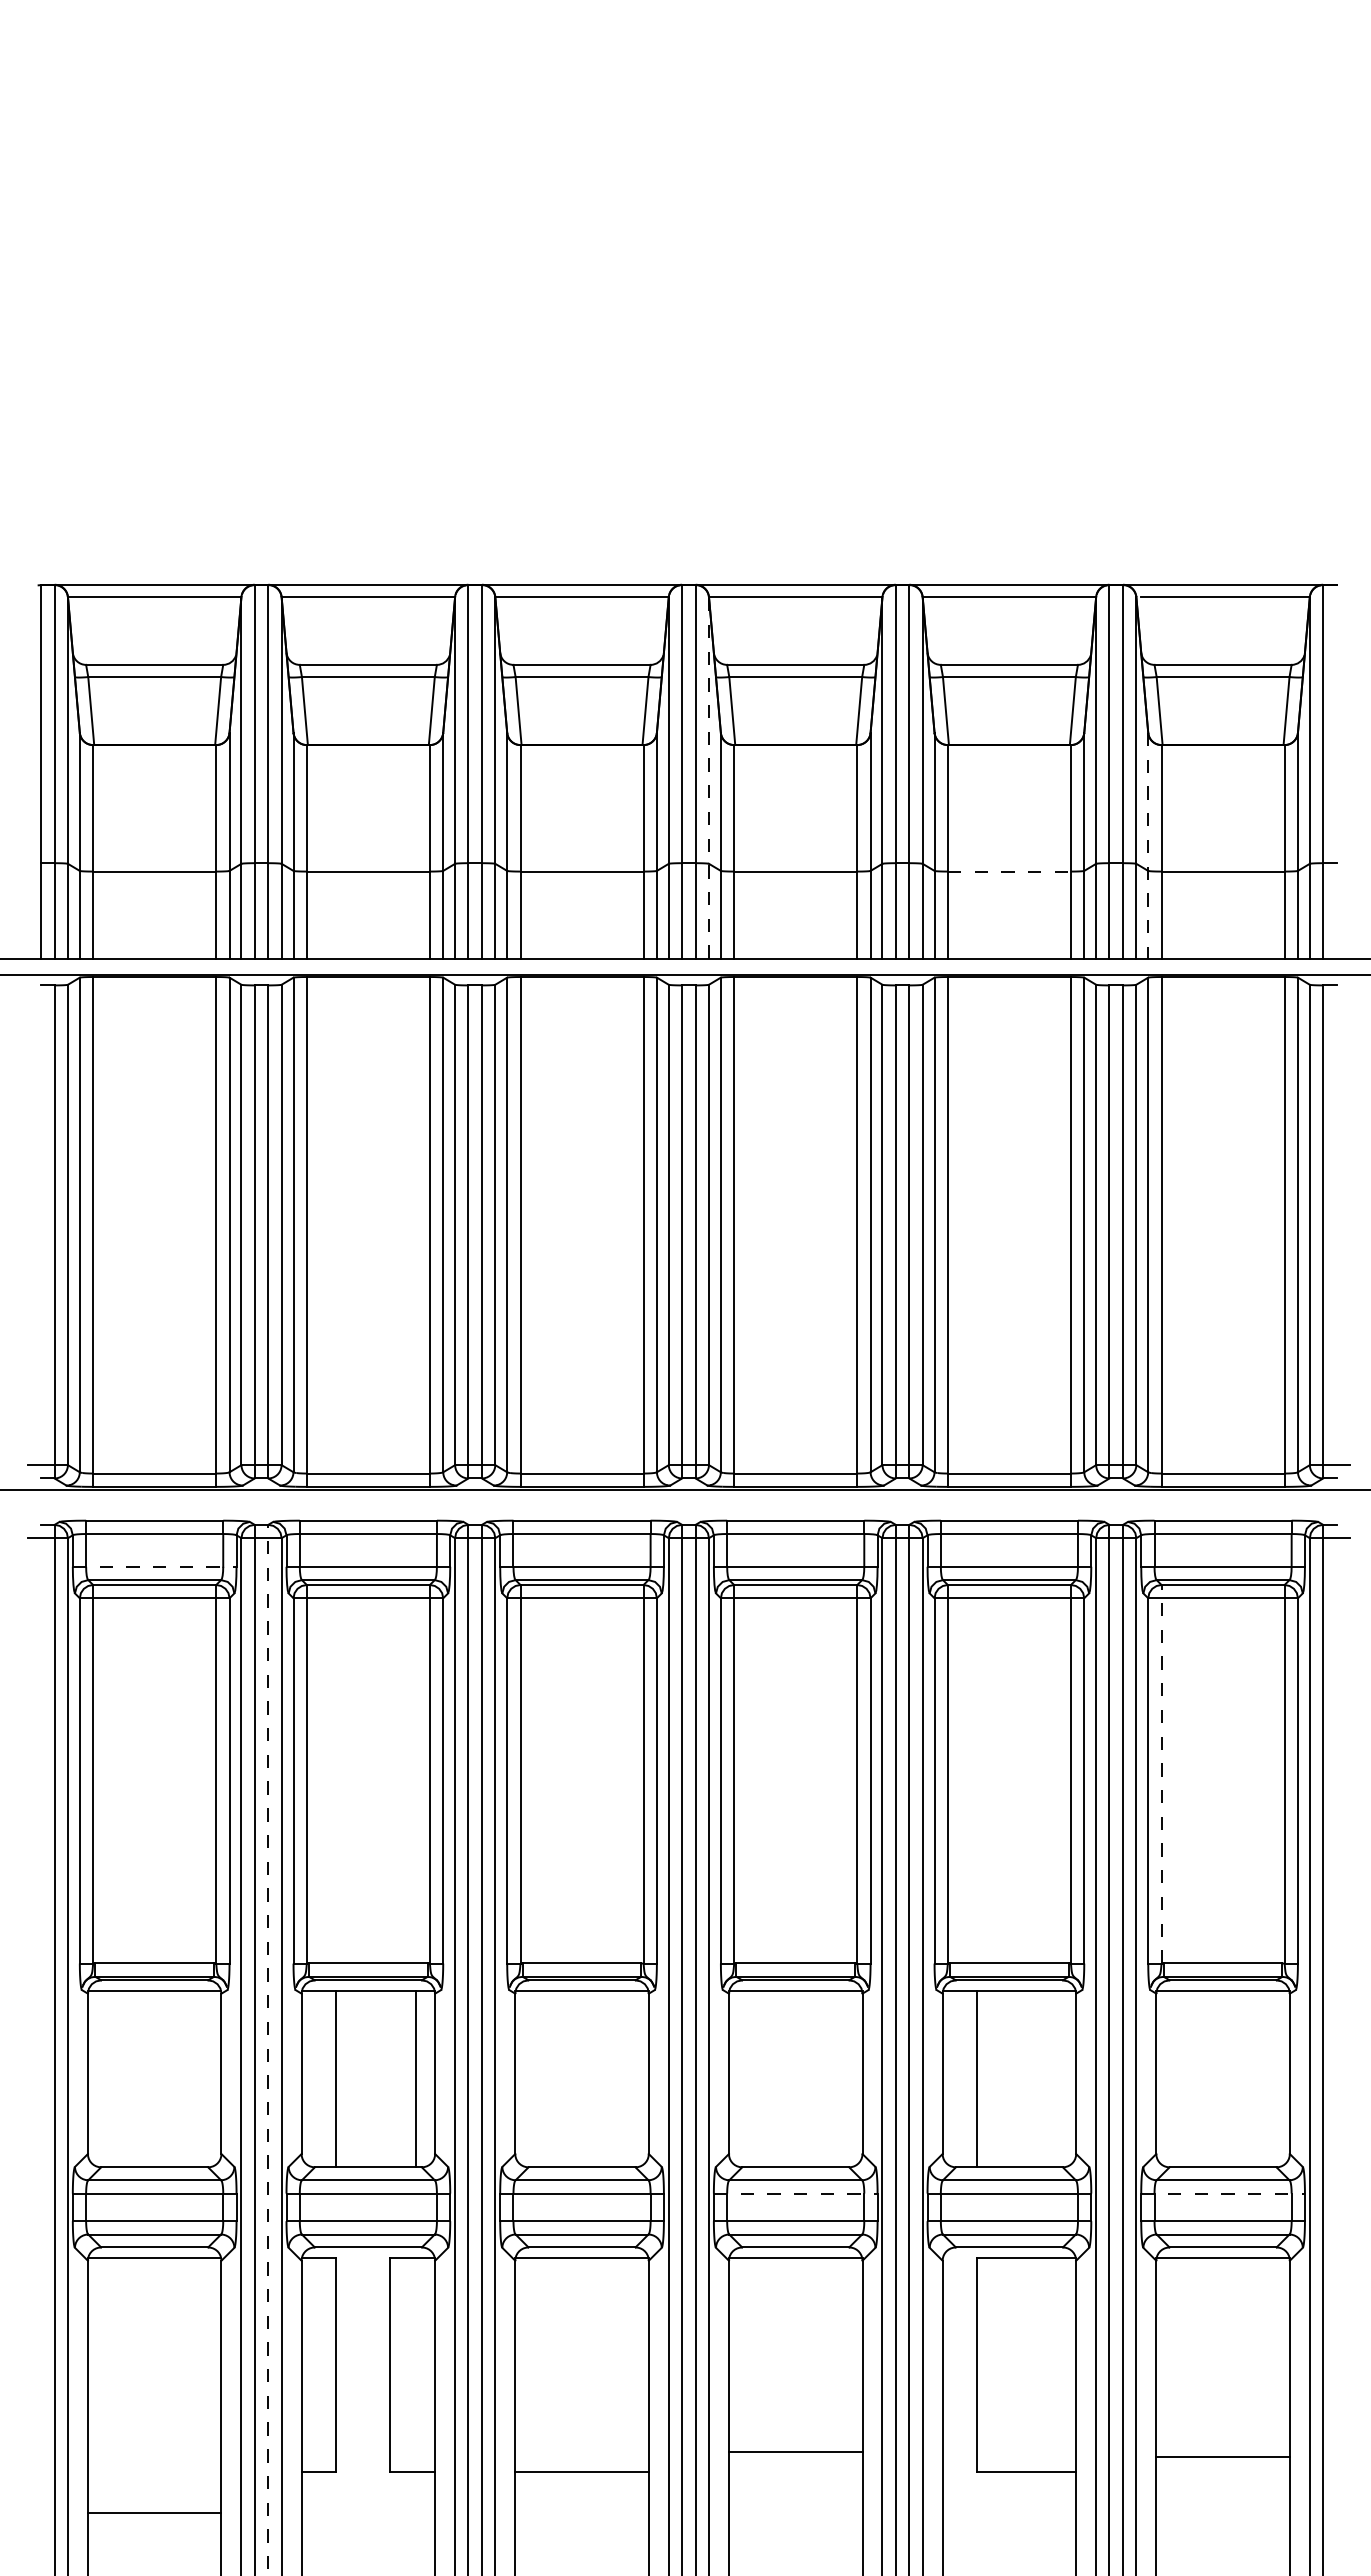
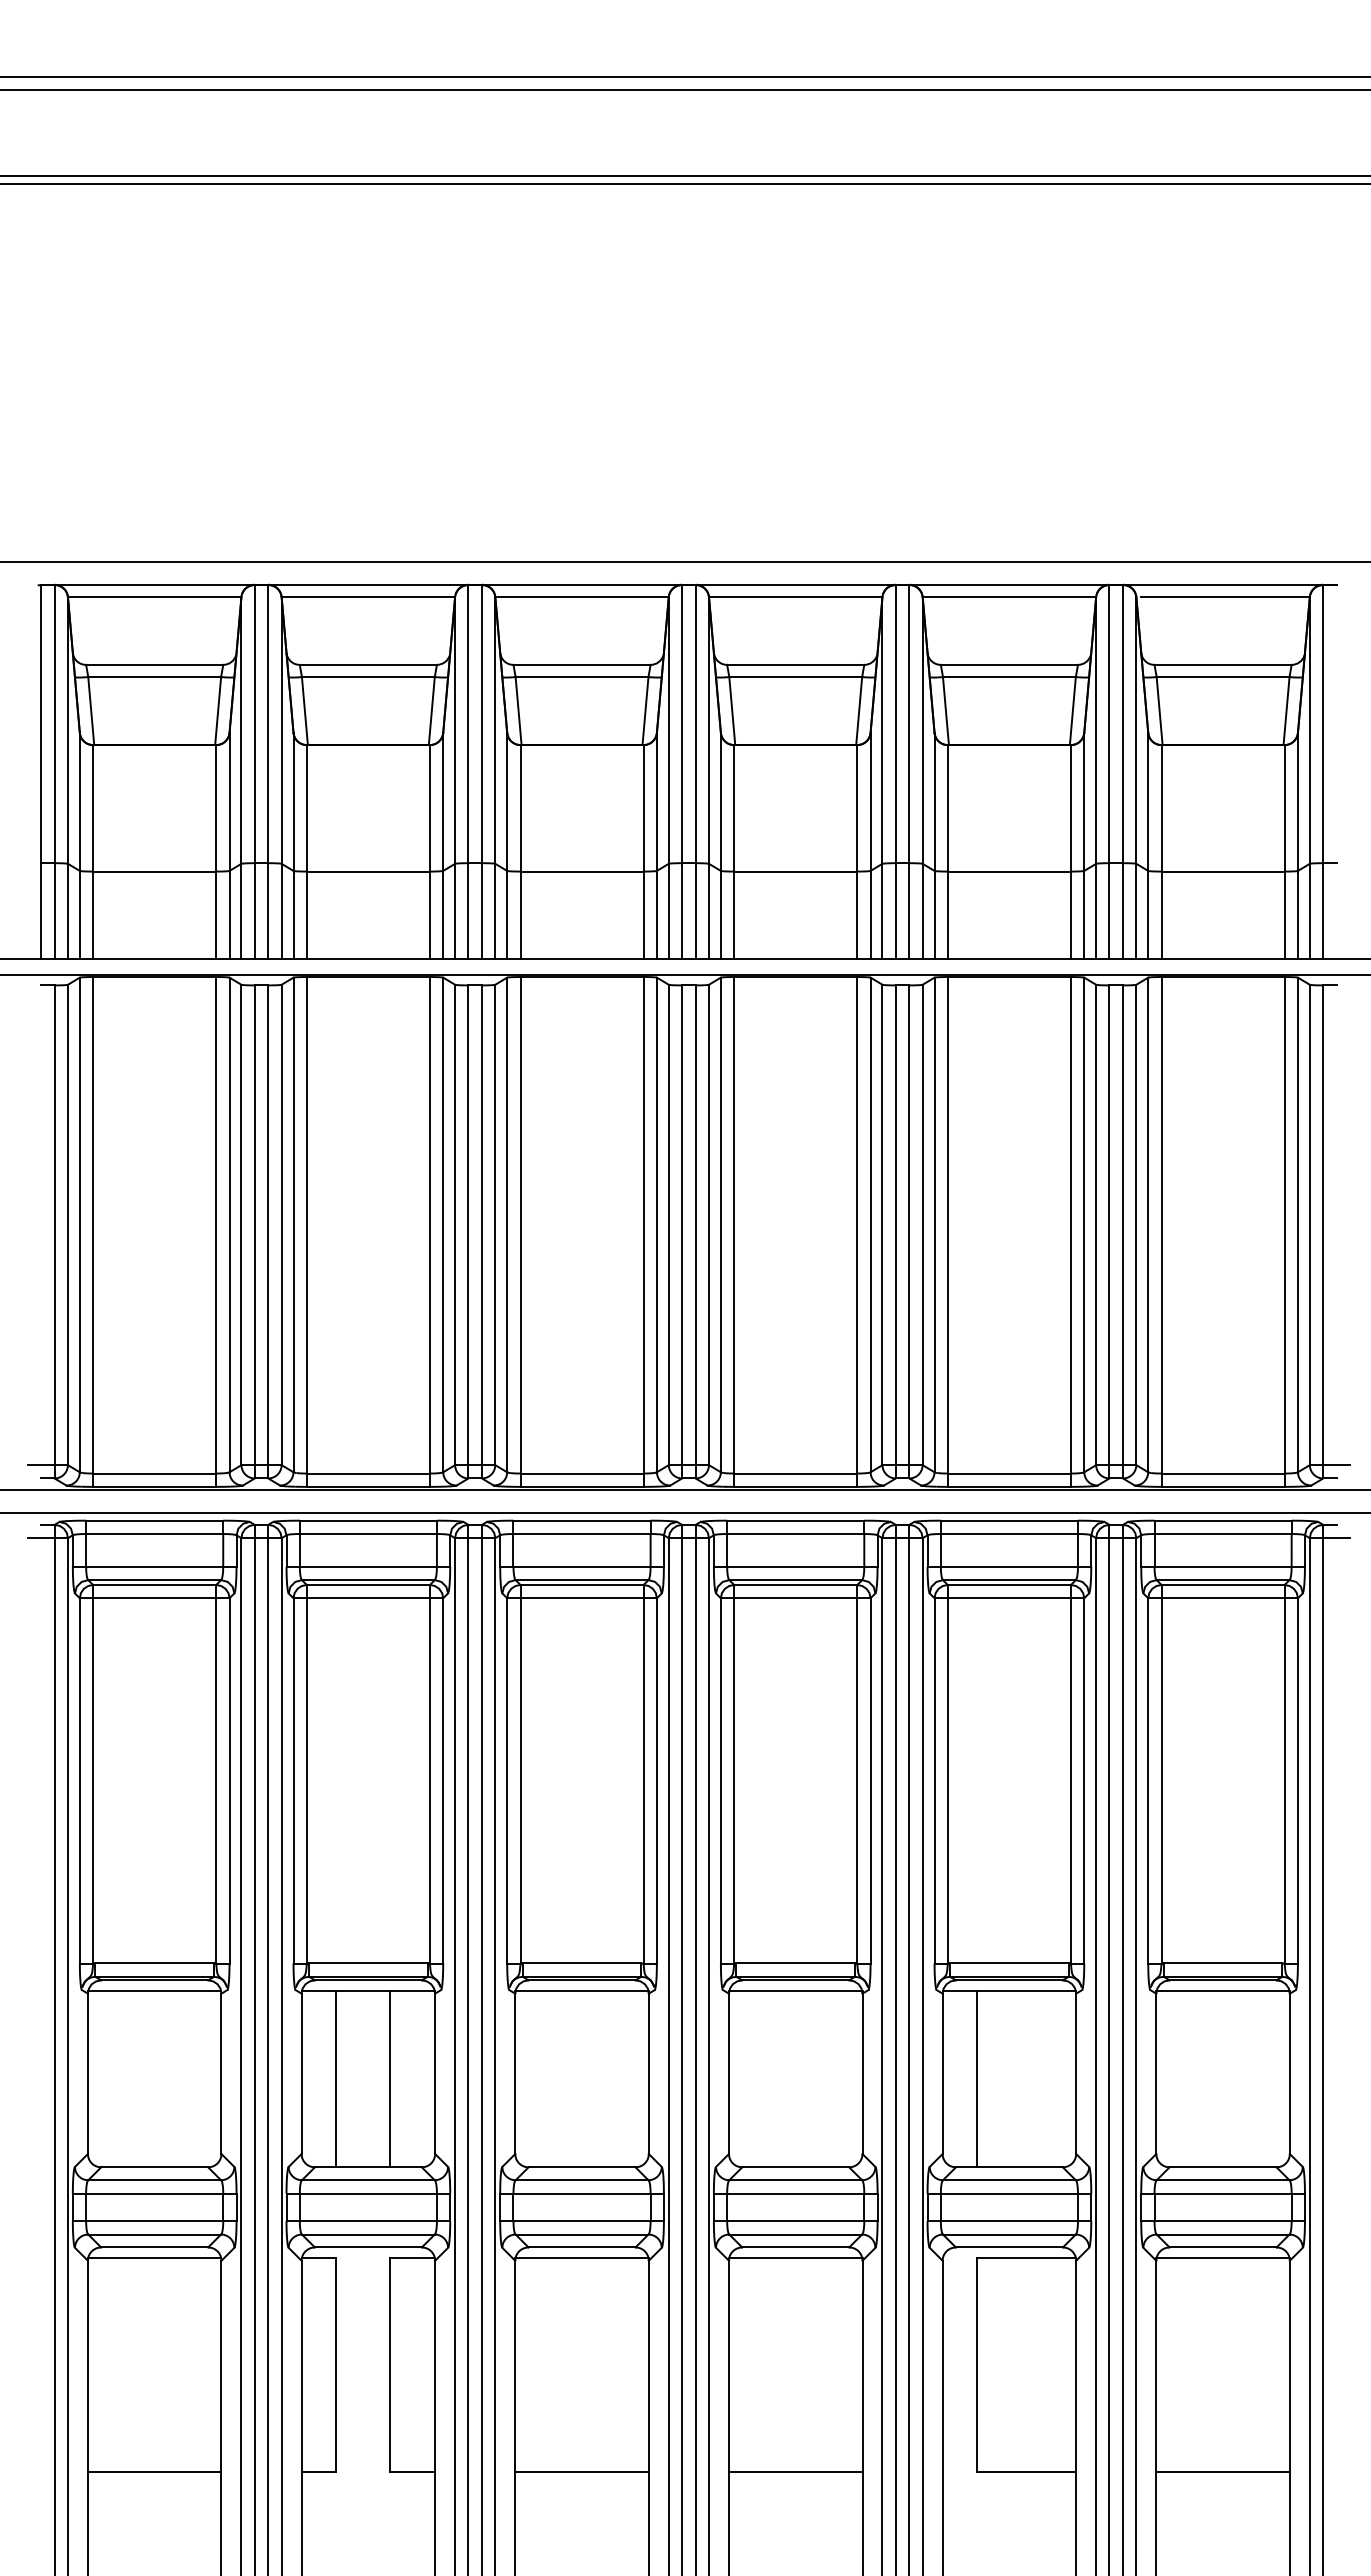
line at (684, 77): none -> present
line at (684, 89): none -> present
line at (684, 176): none -> present
line at (684, 184): none -> present
line at (684, 562): none -> present
line at (708, 778): dashed -> solid
line at (1148, 845): dashed -> solid
line at (1009, 871): dashed -> solid
line at (684, 1512): none -> present
line at (154, 1566): dashed -> solid
line at (1161, 1773): dashed -> solid
line at (268, 2049): dashed -> solid
line at (415, 2079) position: (415, 2079) -> (389, 2079)
line at (795, 2193): dashed -> solid
line at (1223, 2193): dashed -> solid
line at (795, 2452) position: (795, 2452) -> (795, 2472)
line at (1222, 2457) position: (1222, 2457) -> (1222, 2472)
line at (154, 2513) position: (154, 2513) -> (154, 2472)
